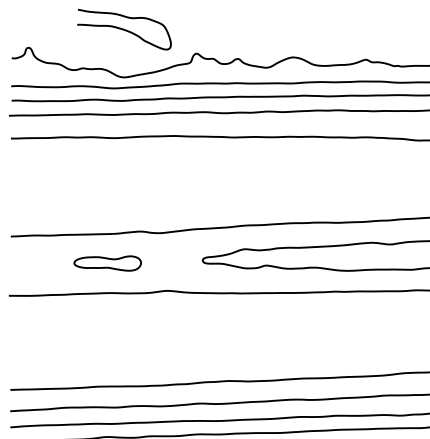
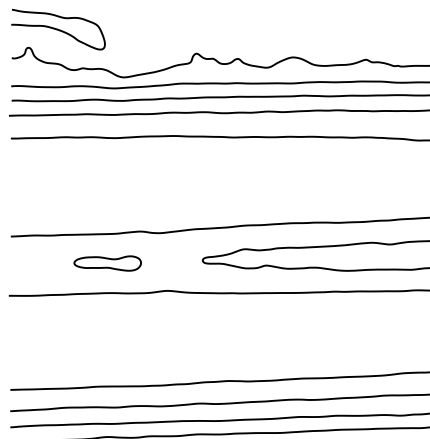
curve at (124, 29) position: (124, 29) -> (58, 29)
